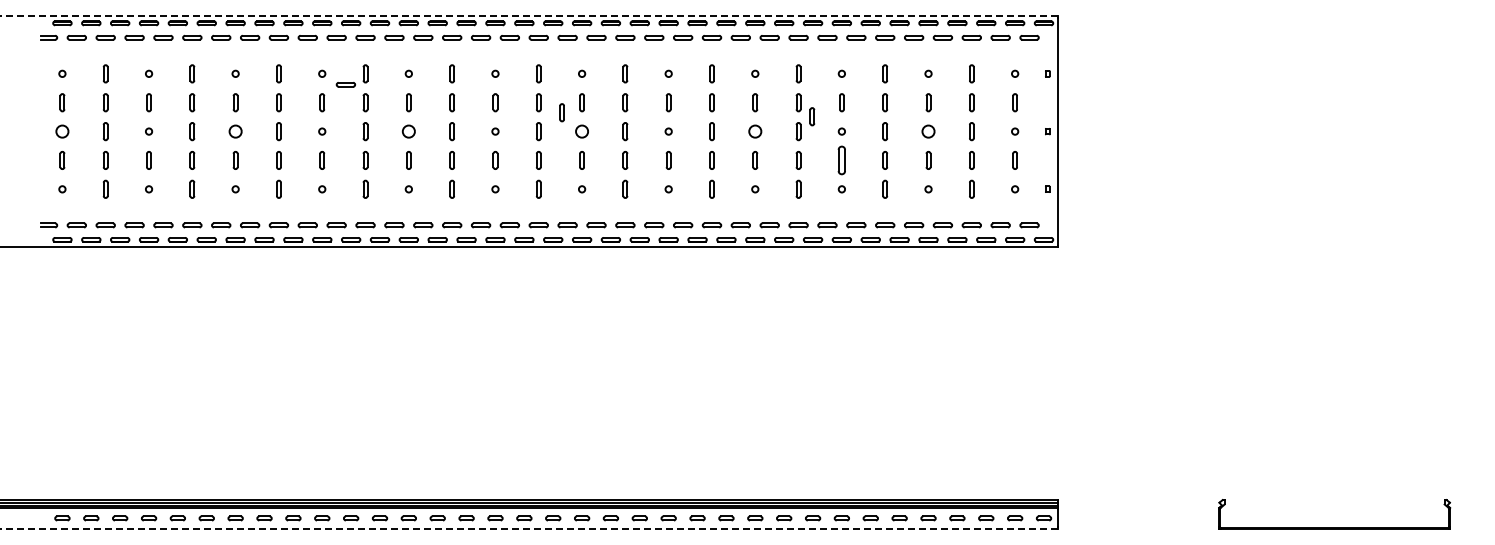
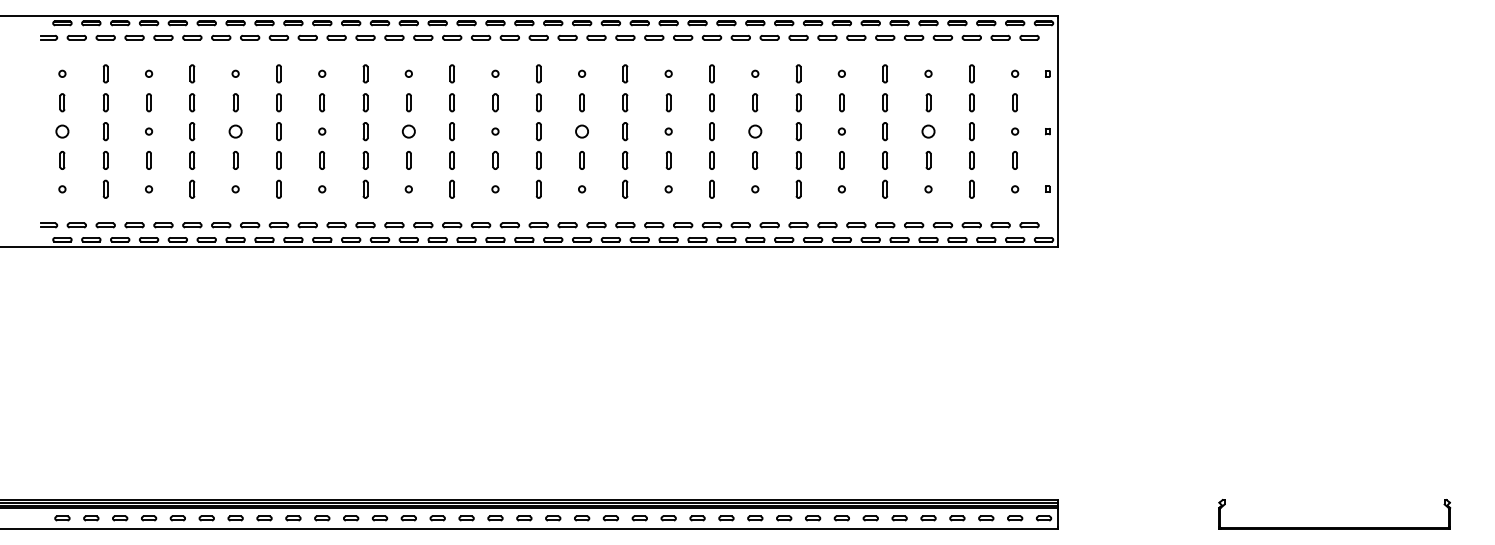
line at (529, 16): dashed -> solid
part at (345, 84): present -> none
part at (561, 112): present -> none
part at (812, 116): present -> none
part at (841, 160) size: 9x31 px -> 6x19 px
line at (529, 528): dashed -> solid
